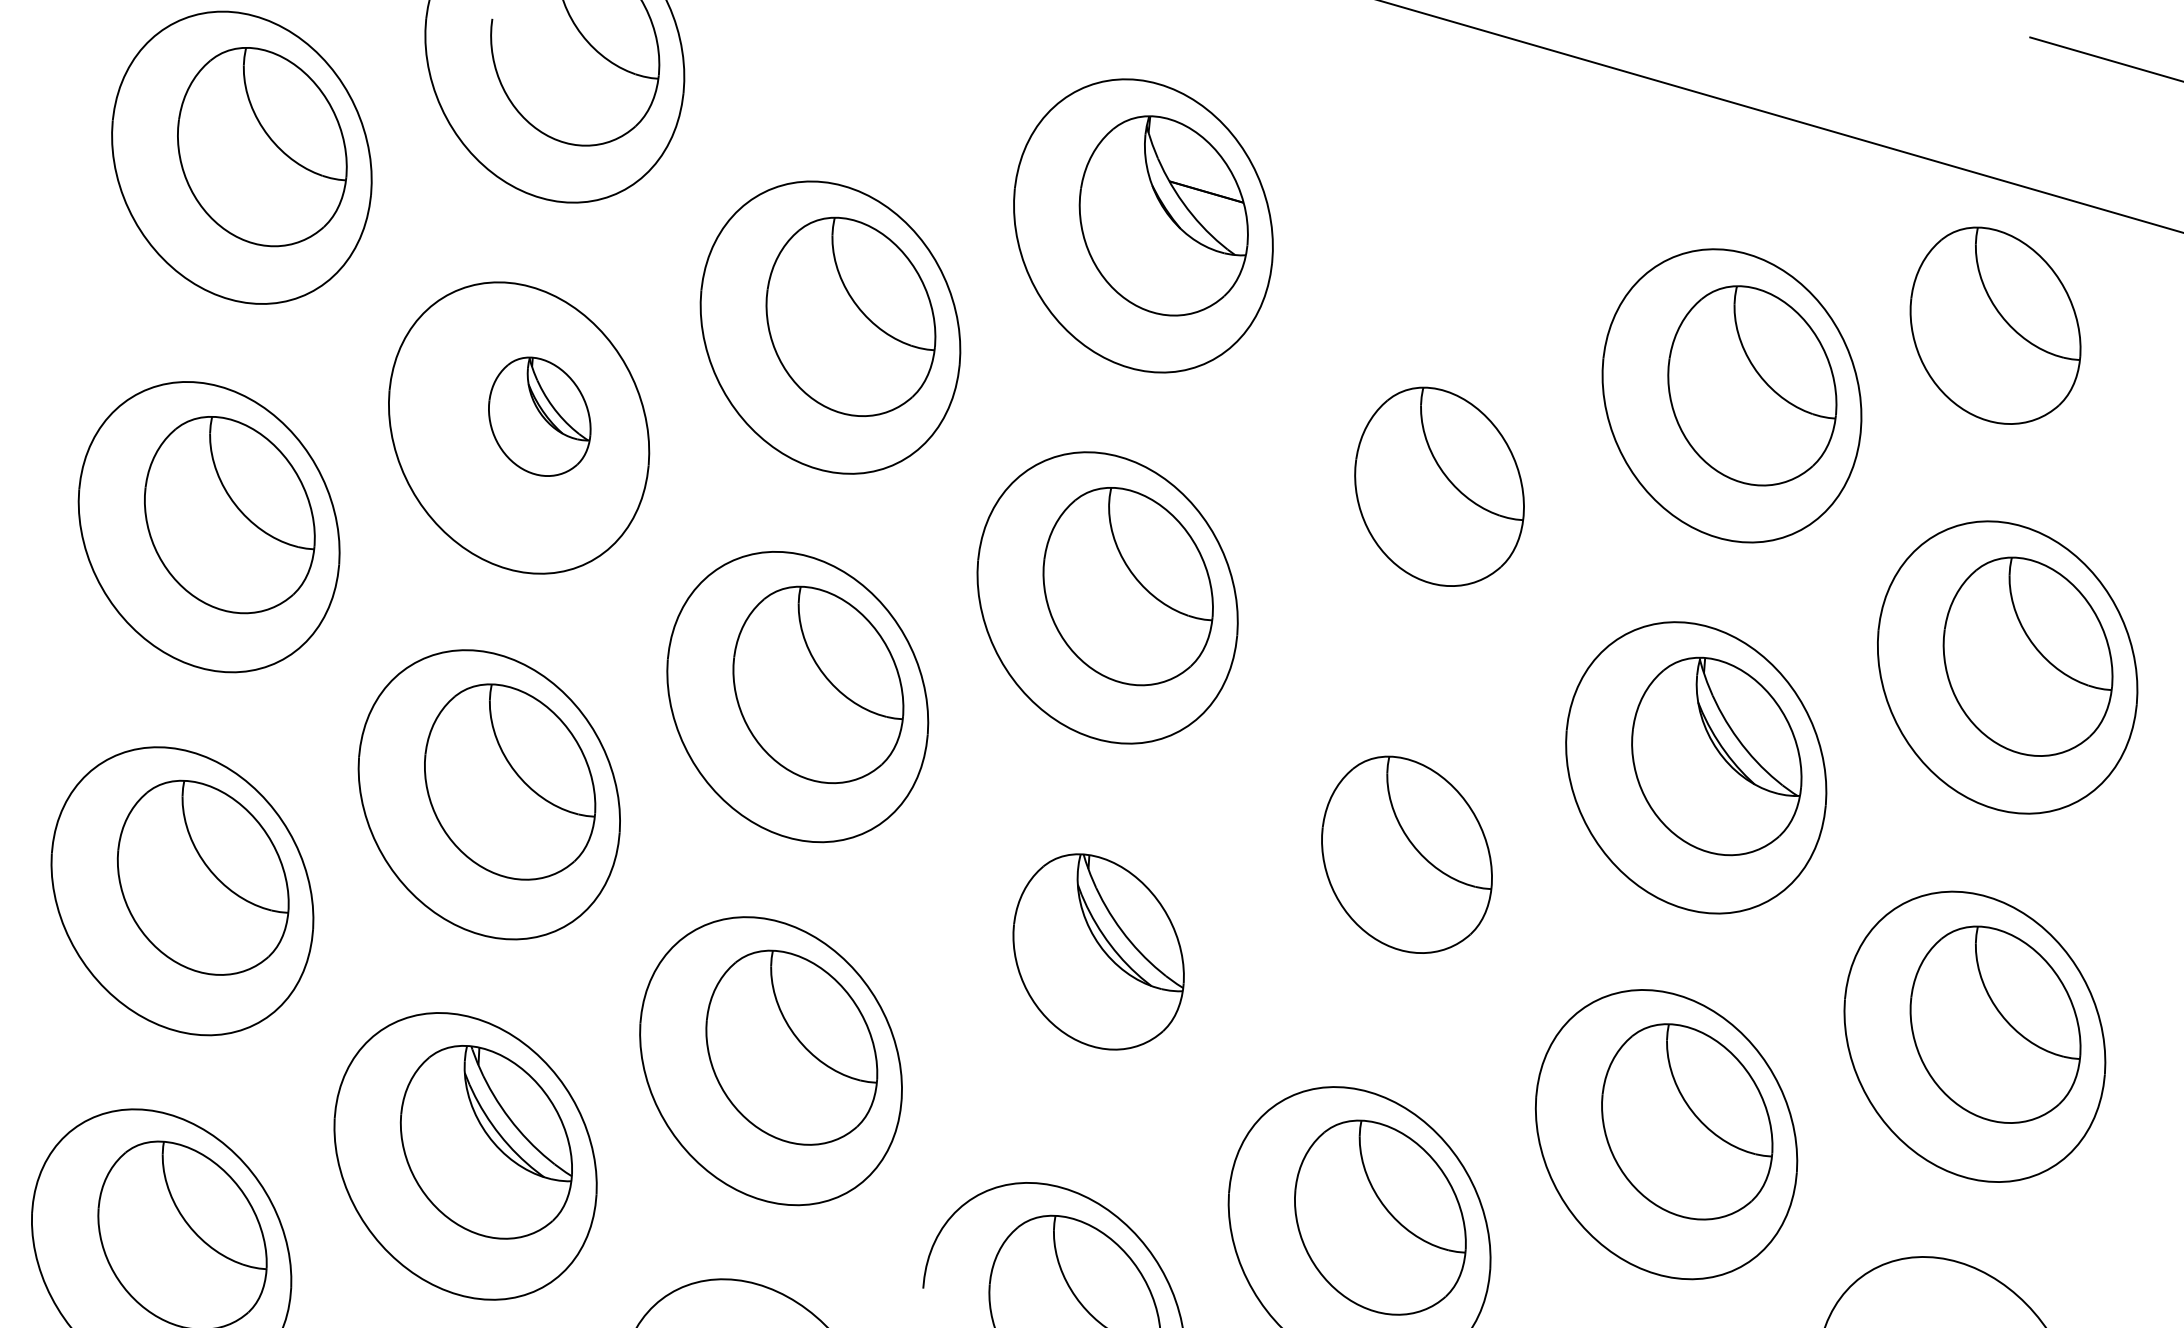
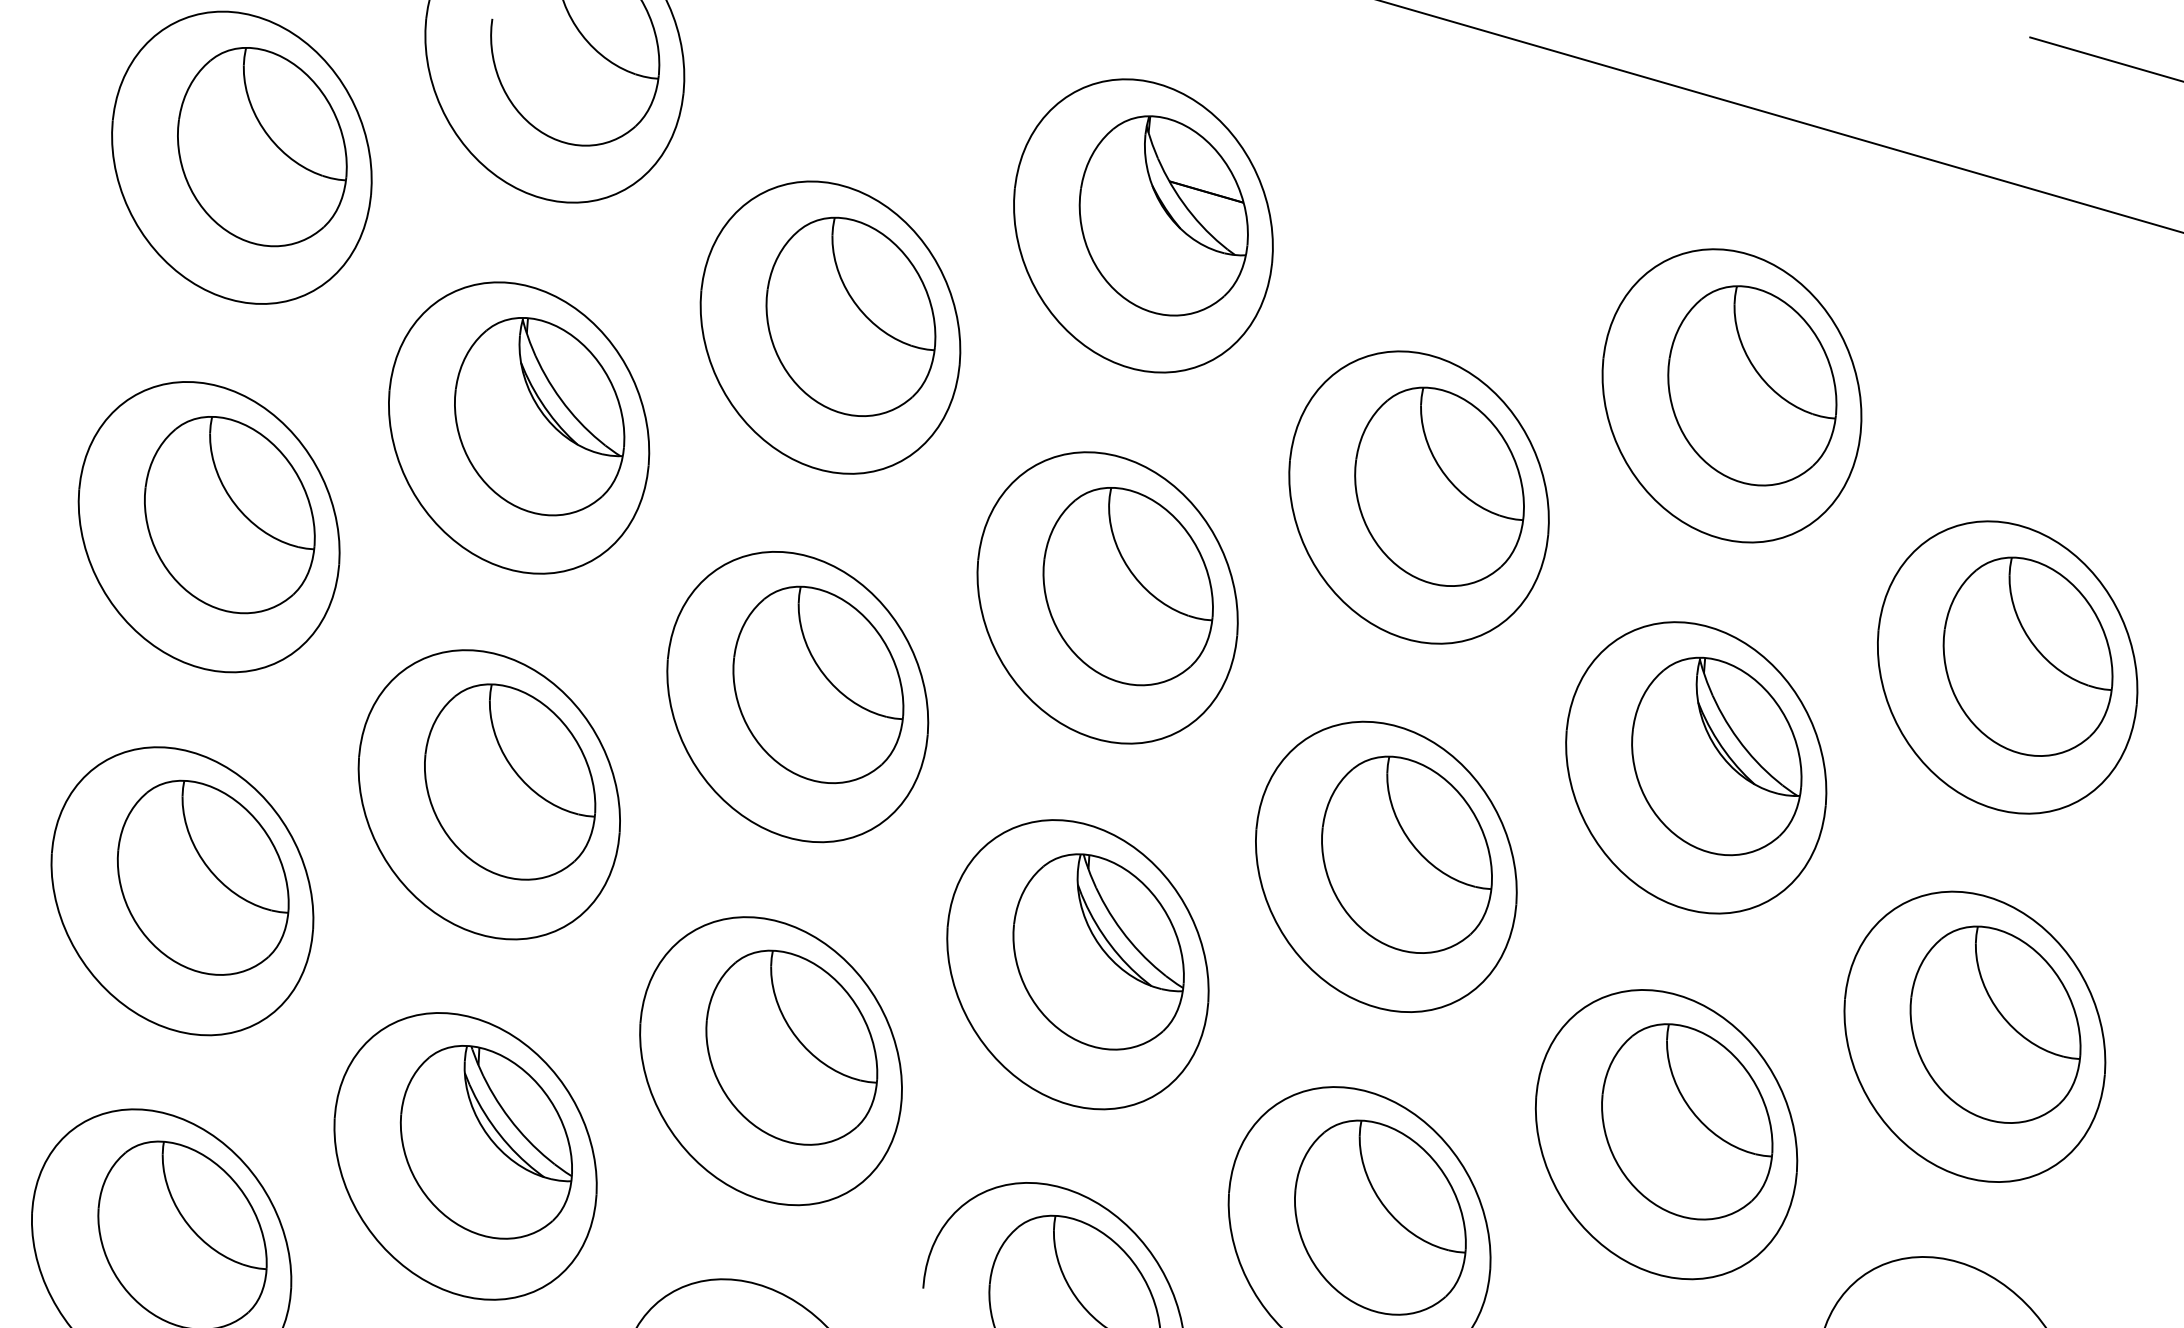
part at (1995, 325): present -> none
part at (539, 416) size: 104x121 px -> 172x200 px
part at (1418, 497): none -> present
part at (1386, 866): none -> present
part at (1077, 964): none -> present
